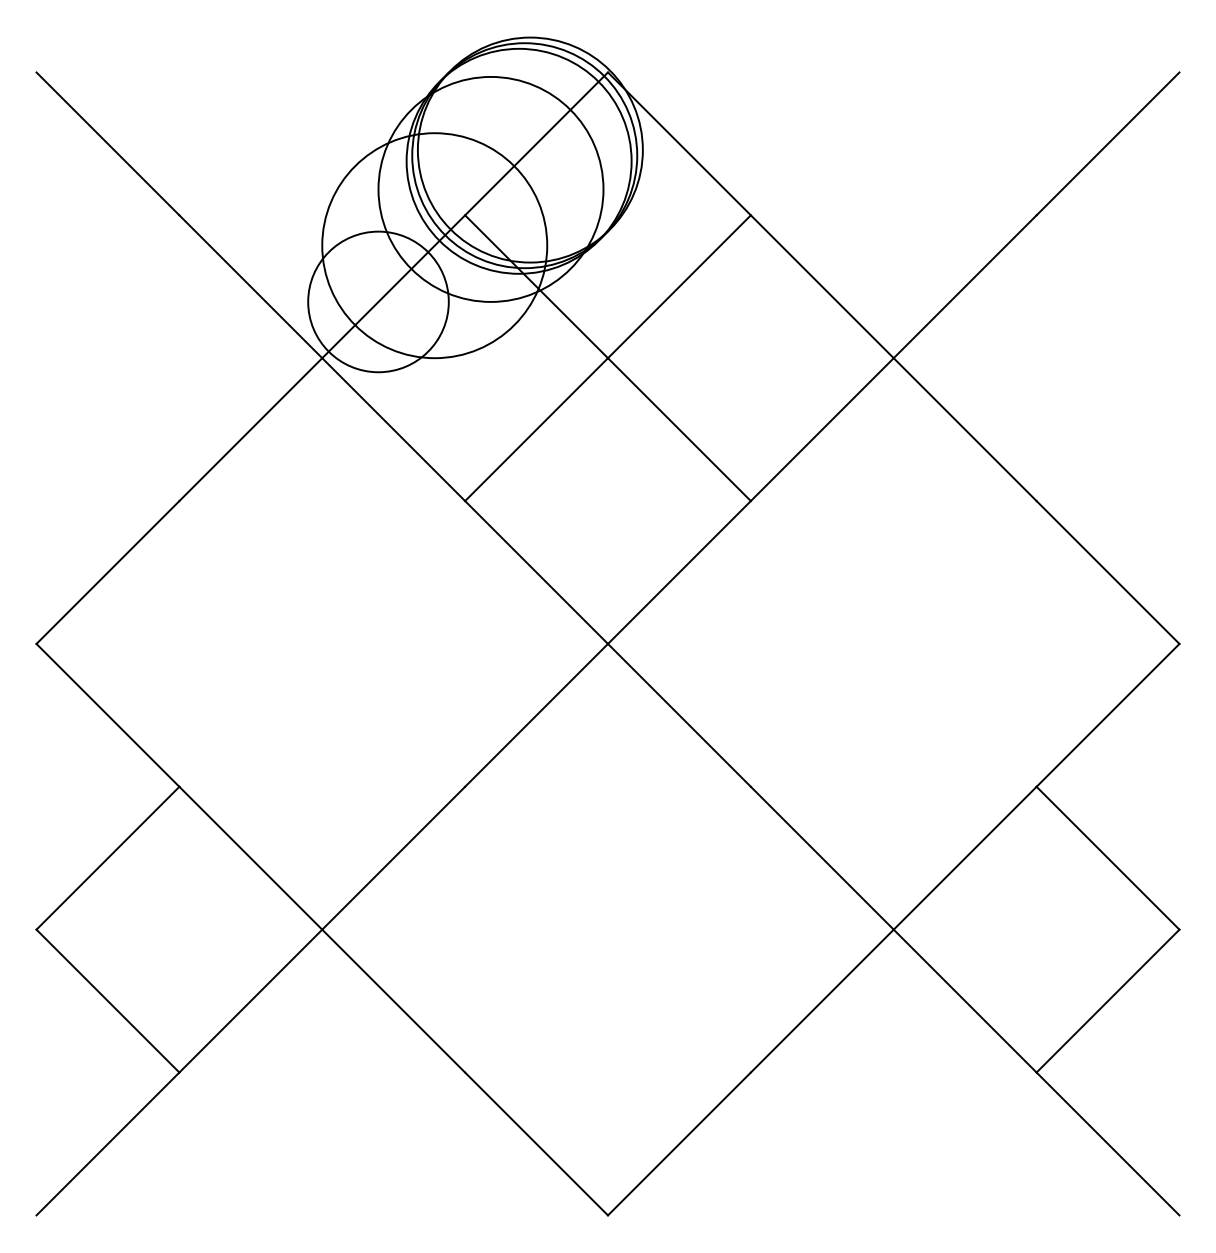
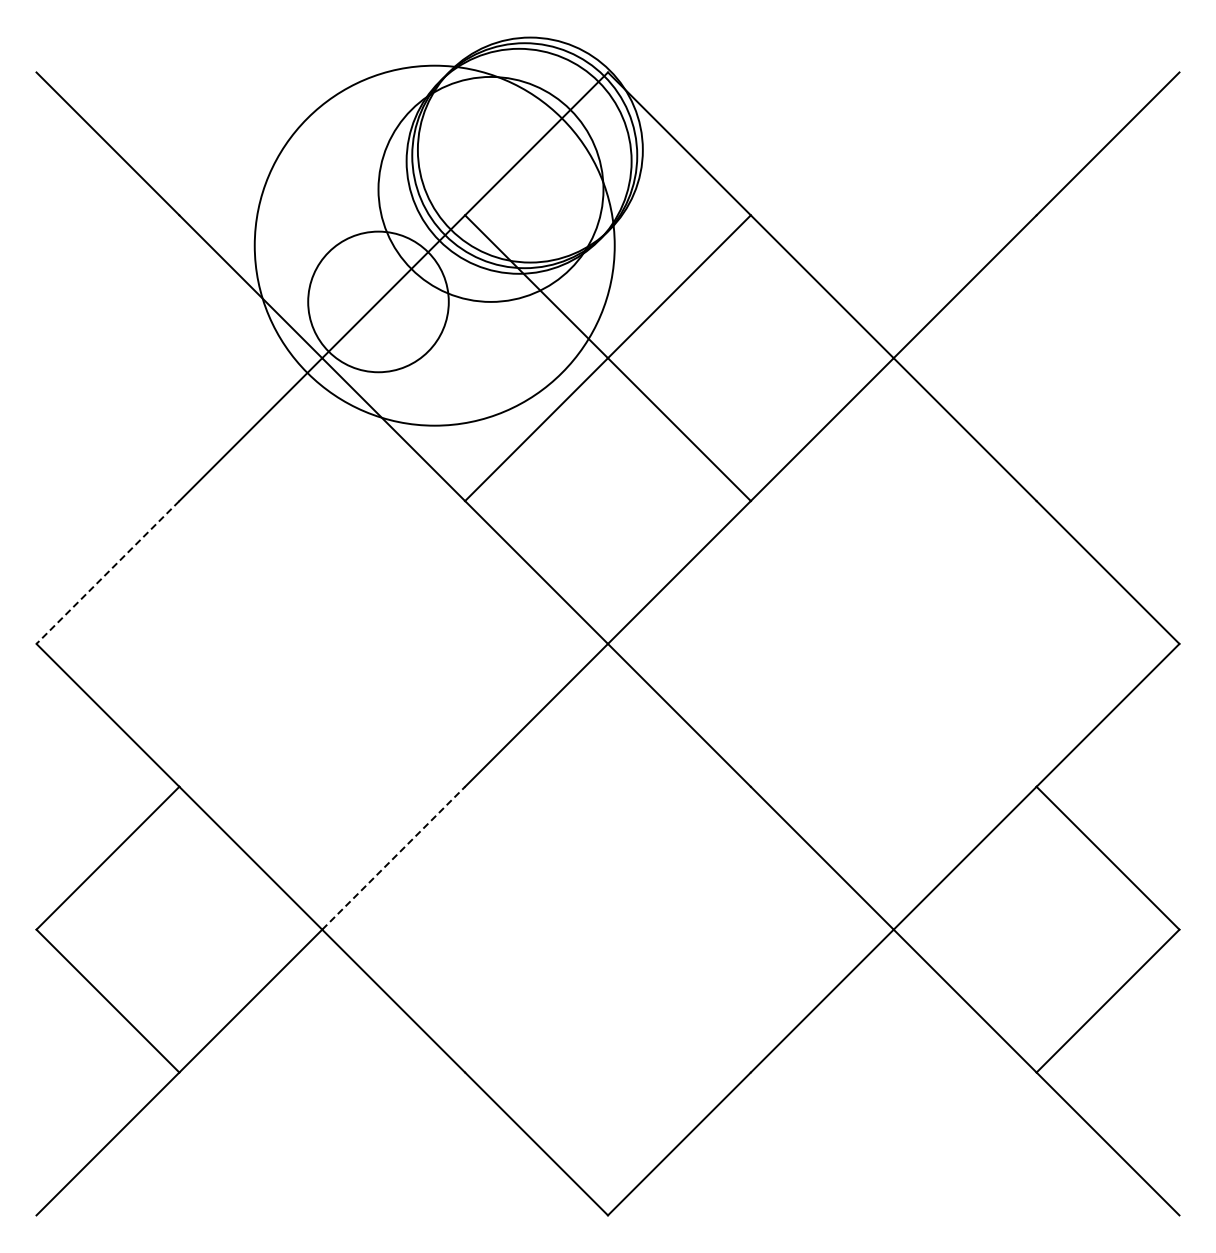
circle at (434, 245) diameter: 225 px -> 360 px
line at (107, 572): solid -> dashed
line at (394, 857): solid -> dashed
